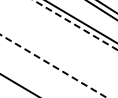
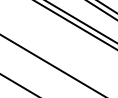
line at (75, 25): dashed -> solid
line at (53, 66): dashed -> solid
